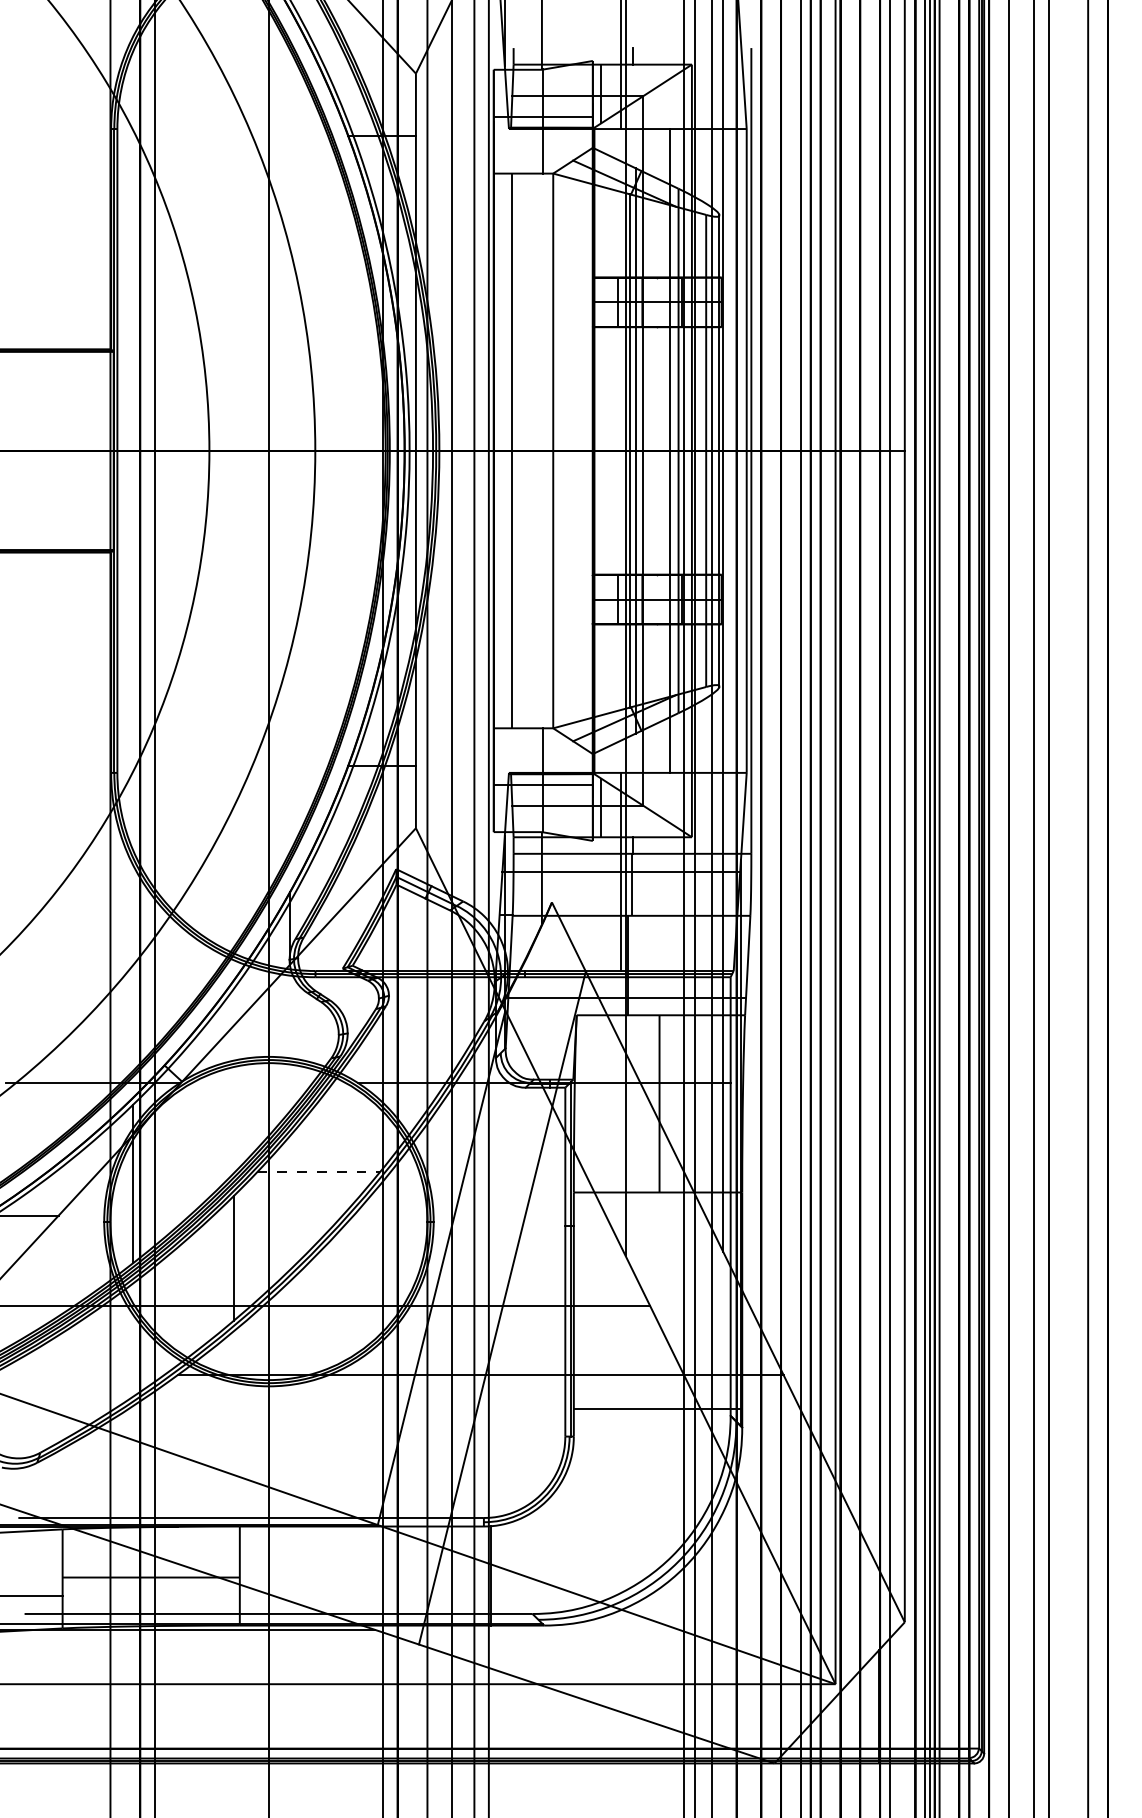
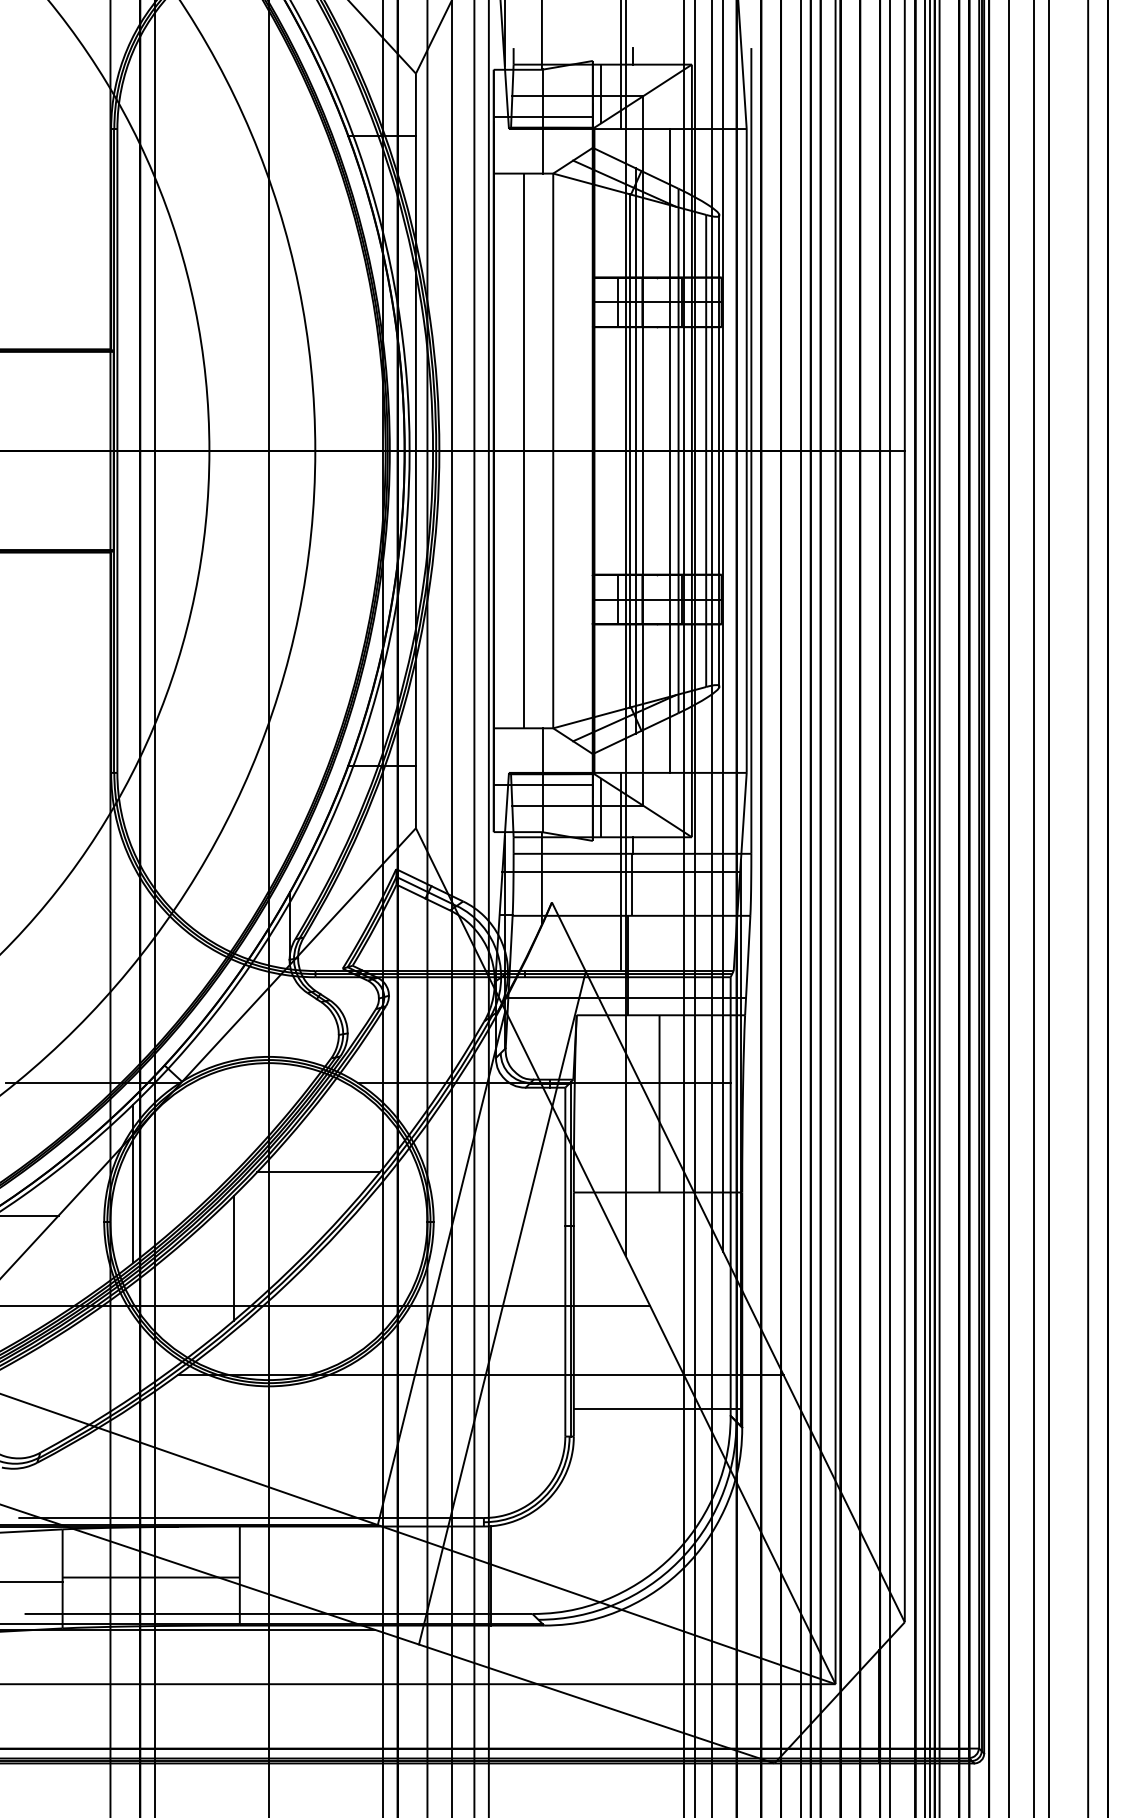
line at (511, 450) position: (511, 450) -> (523, 450)
line at (319, 1171): dashed -> solid
line at (32, 1595) position: (32, 1595) -> (32, 1581)
